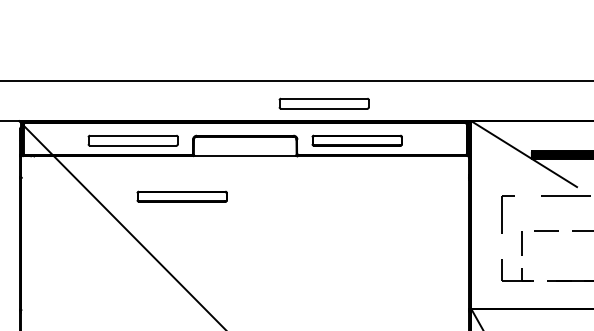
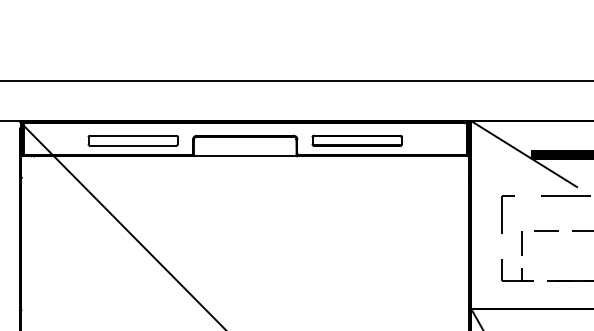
part at (323, 103): present -> none
part at (181, 196): present -> none
